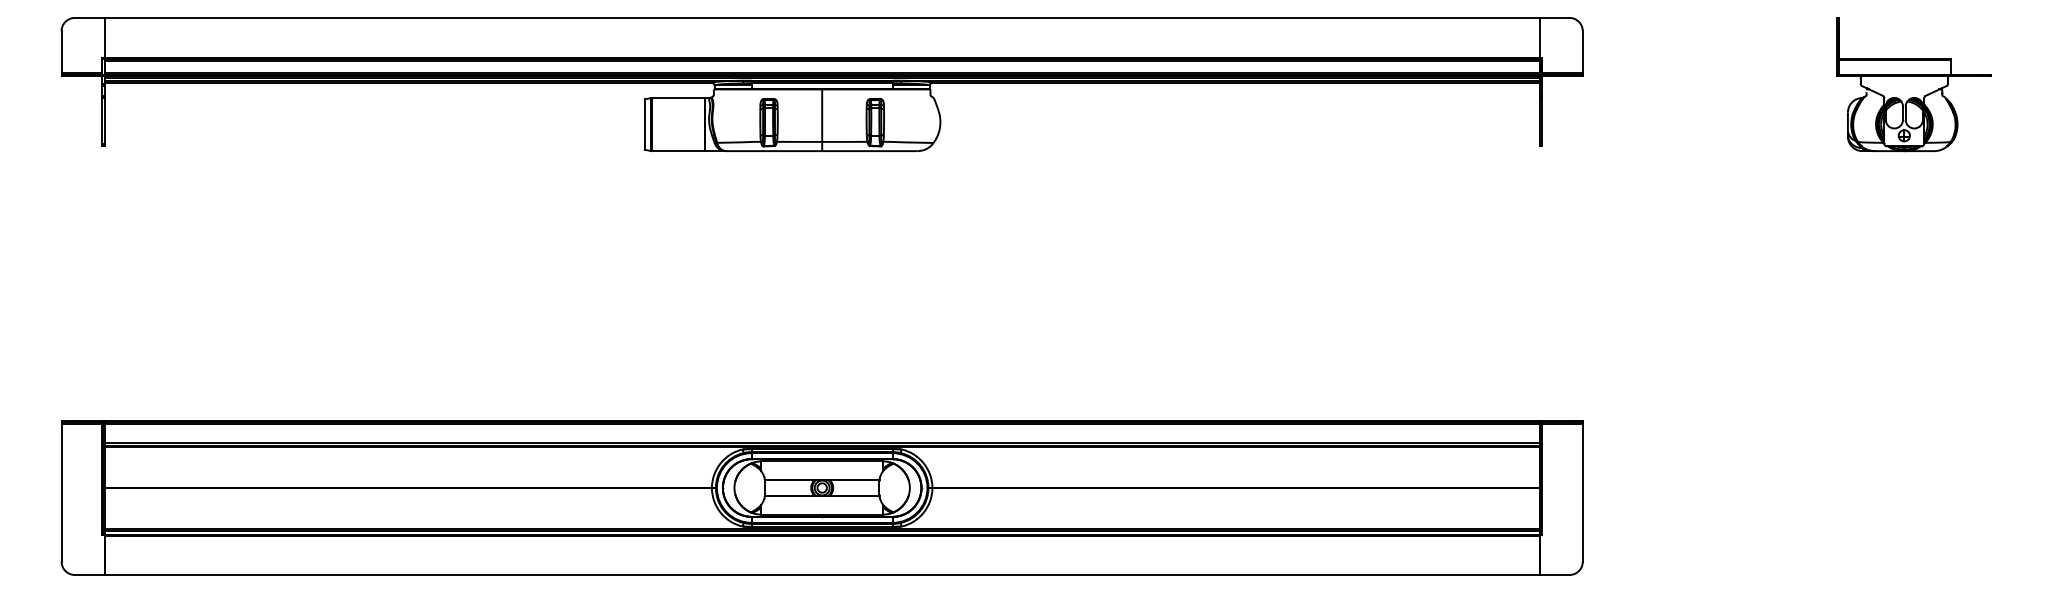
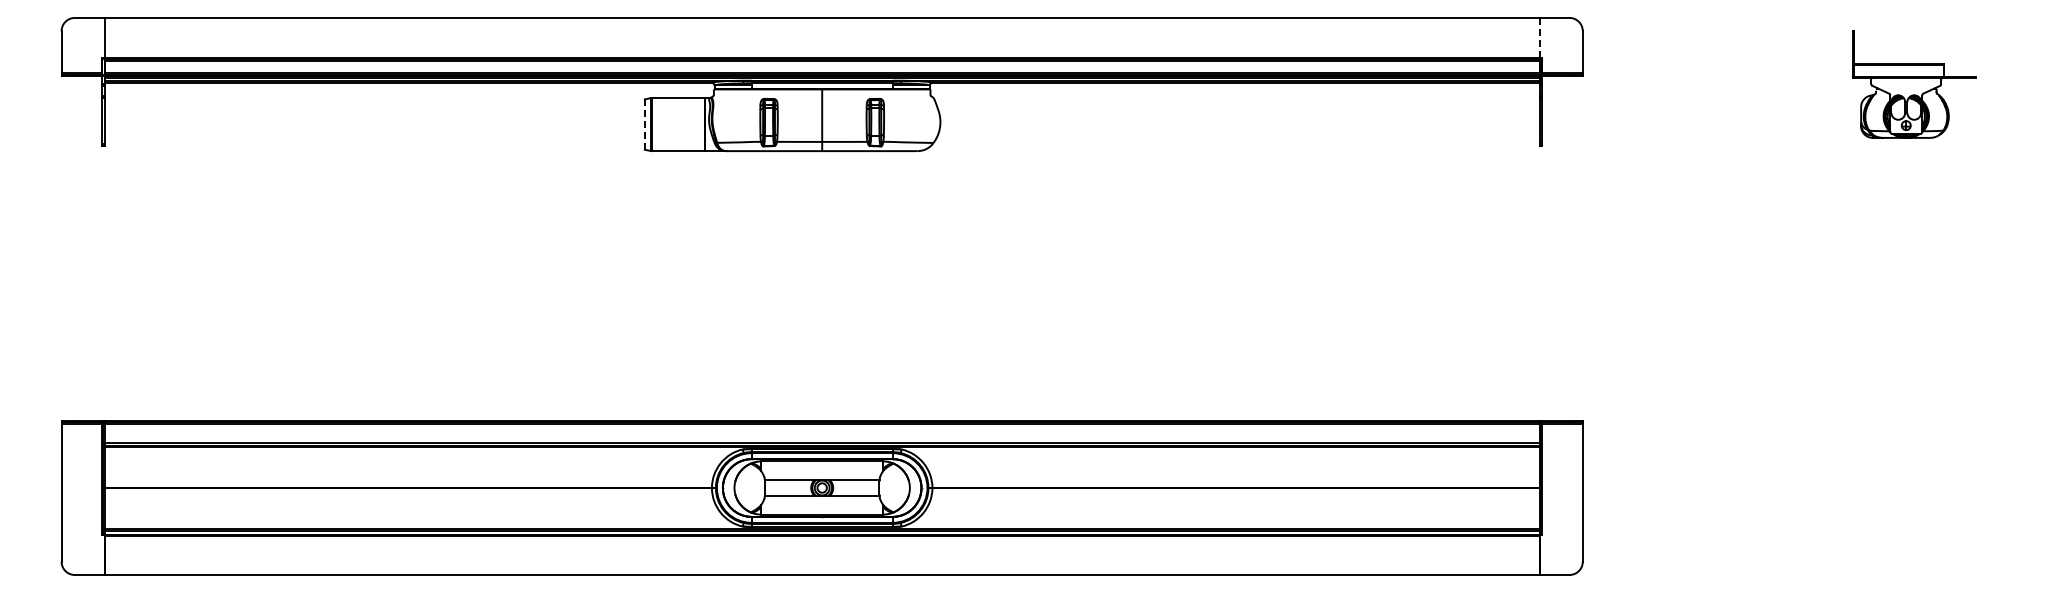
line at (1539, 37): solid -> dashed
part at (1913, 84) size: 156x136 px -> 126x109 px
line at (644, 125): solid -> dashed
